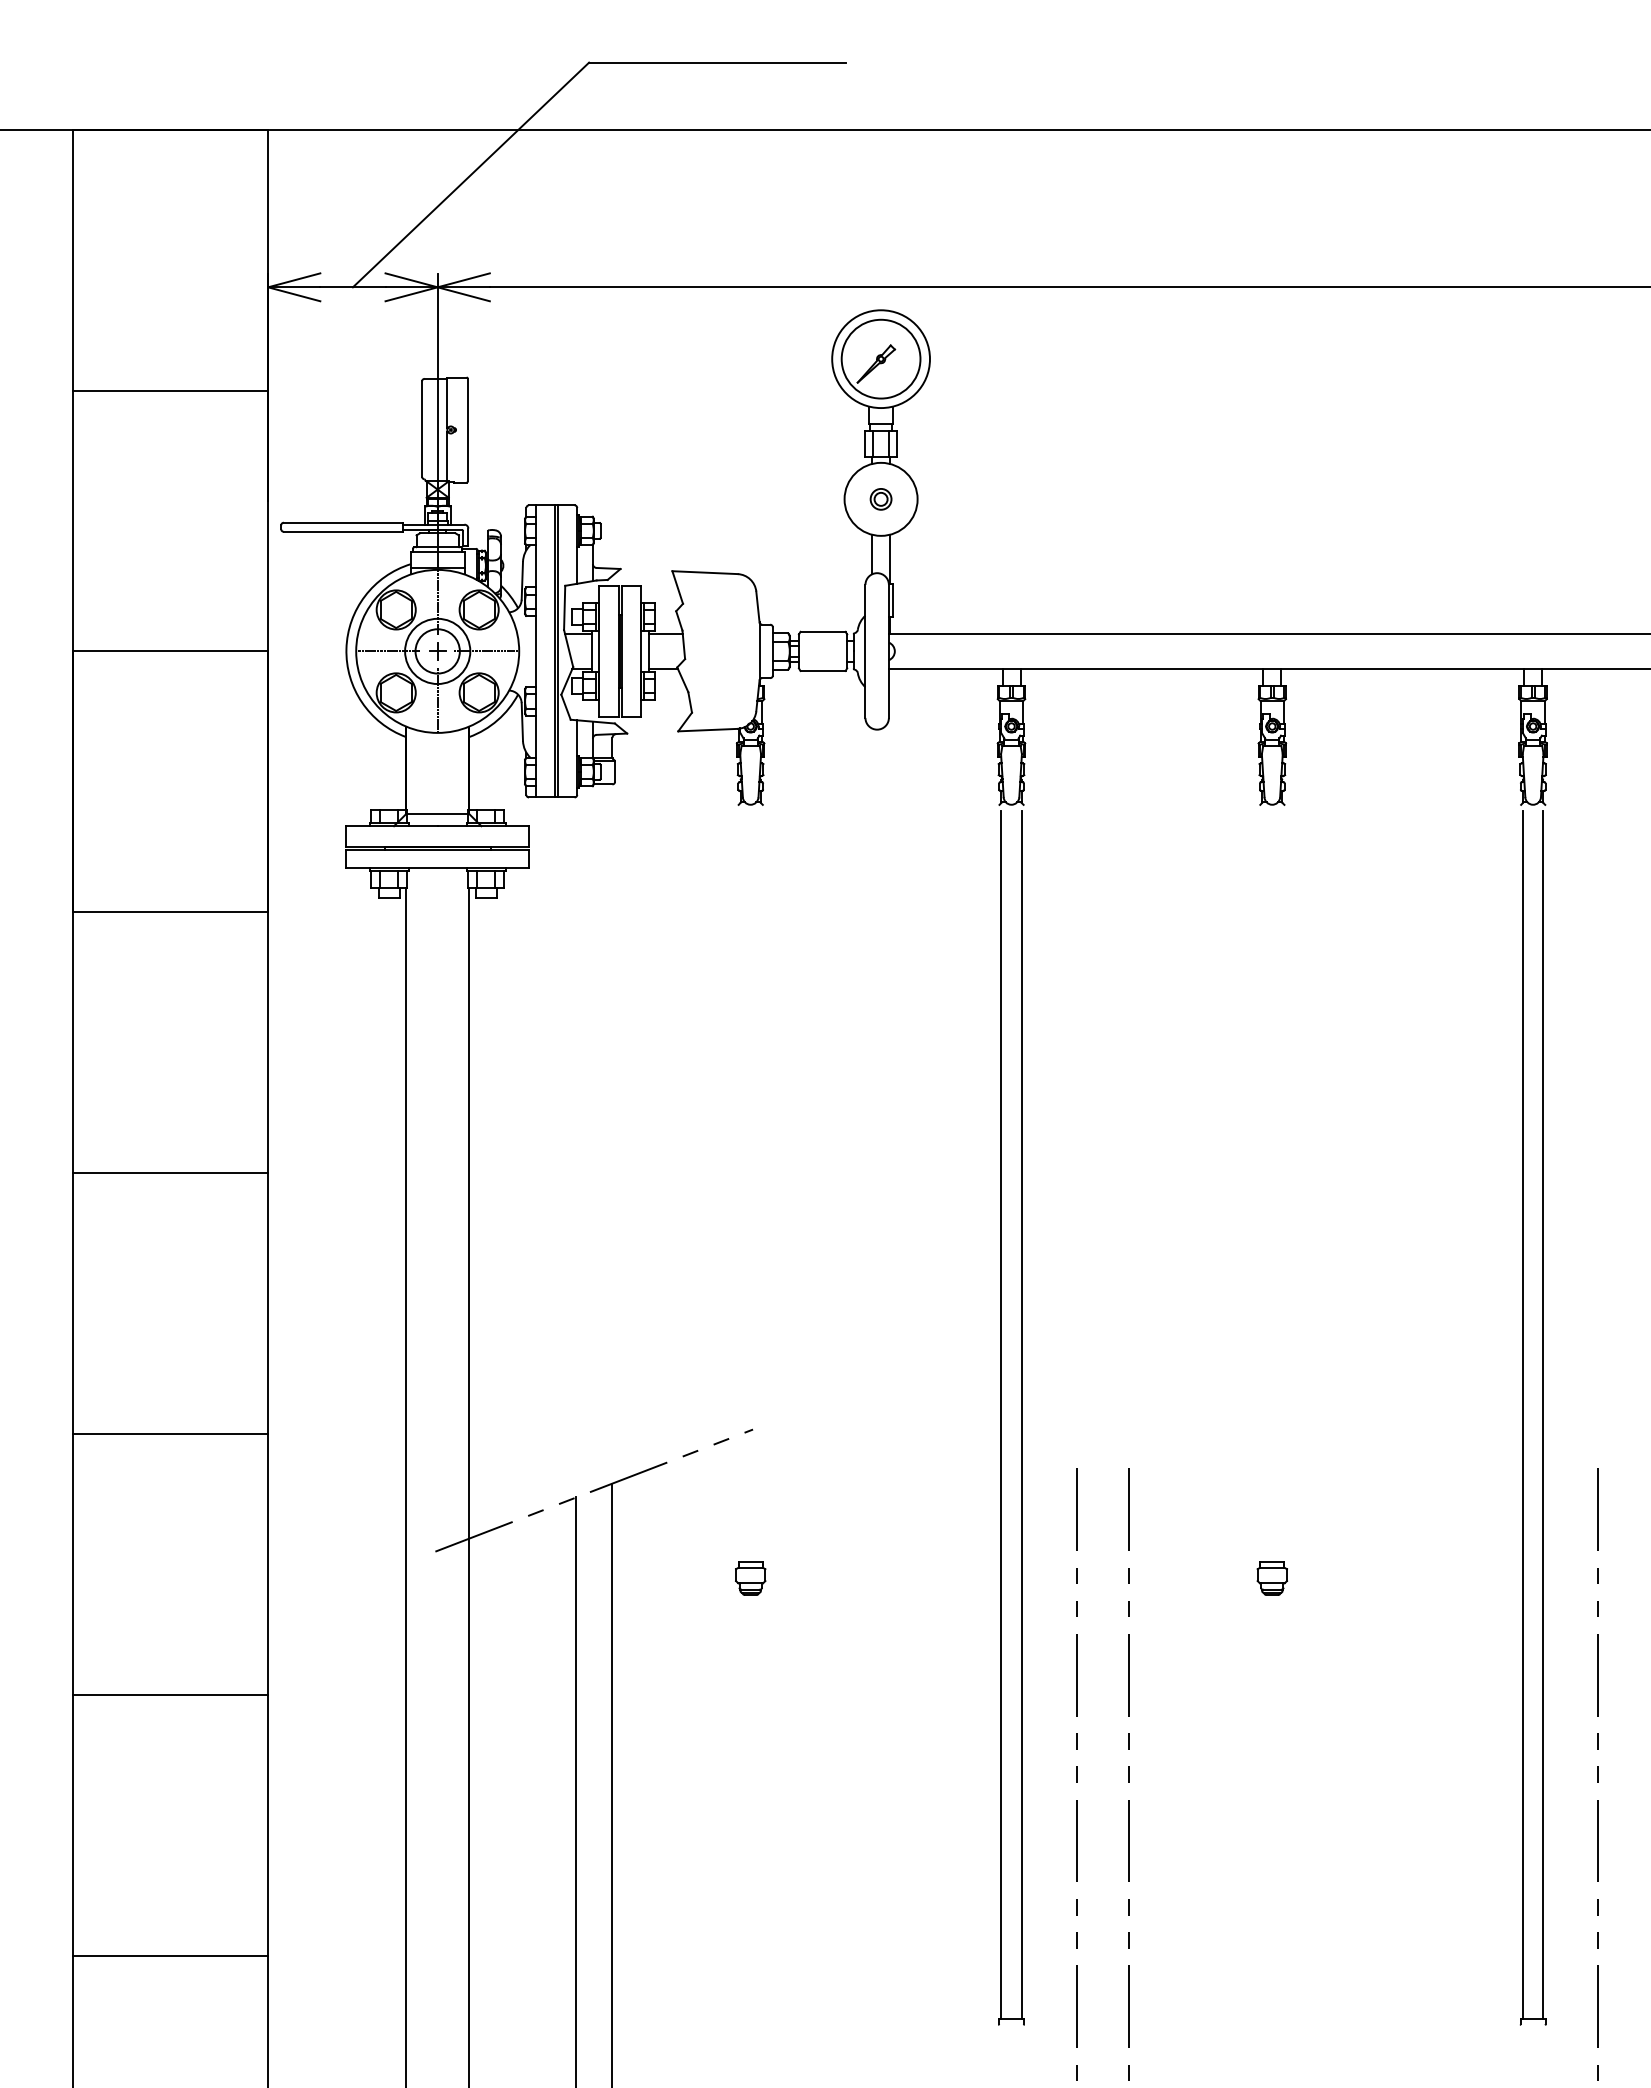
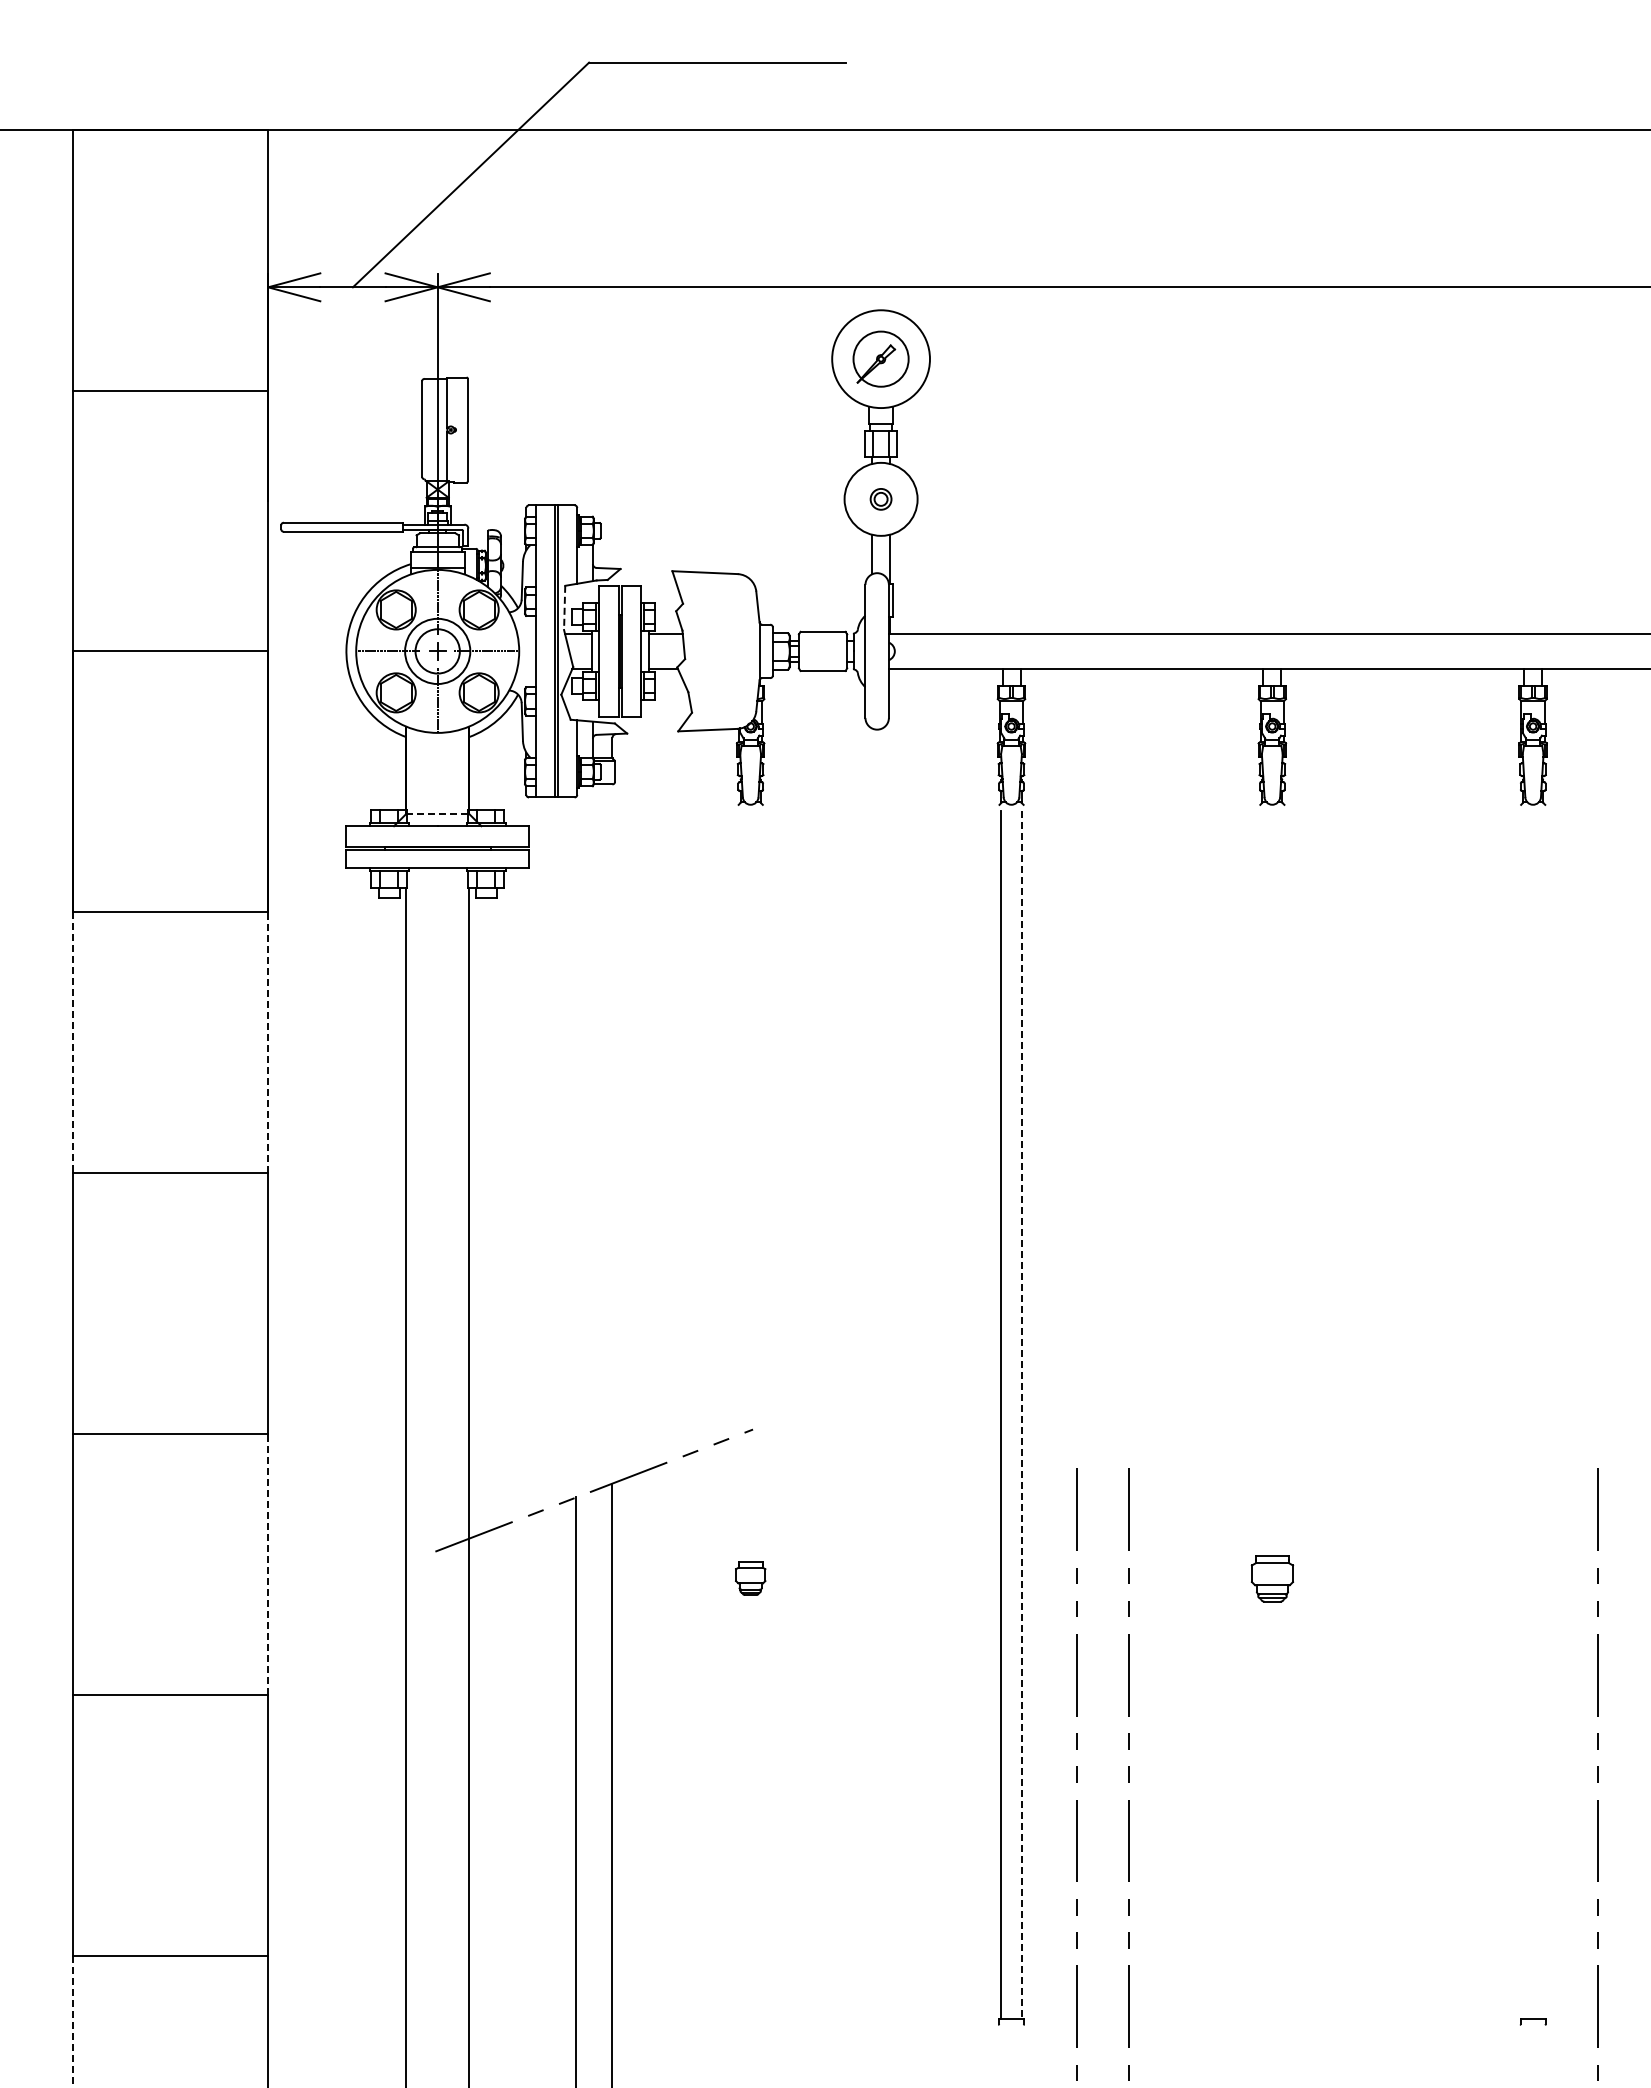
circle at (880, 358) diameter: 79 px -> 55 px
line at (564, 608): solid -> dashed
line at (437, 814): solid -> dashed
line at (268, 1042): solid -> dashed
line at (72, 1043): solid -> dashed
line at (1523, 1414): present -> none
line at (1543, 1414): present -> none
line at (1021, 1415): solid -> dashed
line at (268, 1563): solid -> dashed
part at (1271, 1578) size: 32x35 px -> 45x48 px
line at (72, 2021): solid -> dashed
